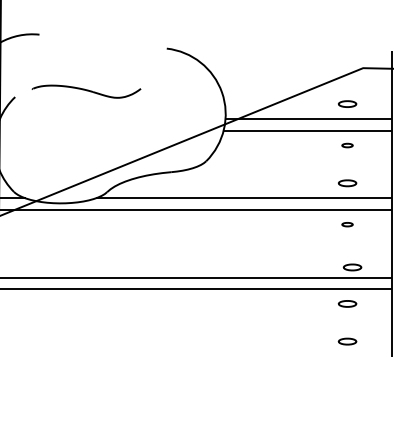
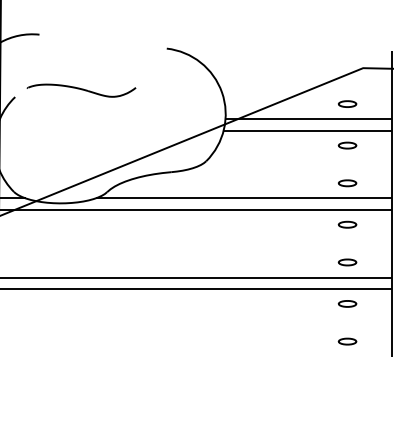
part at (86, 91) position: (86, 91) -> (81, 90)
part at (347, 145) size: 13x7 px -> 21x9 px
part at (347, 224) size: 13x6 px -> 21x9 px
part at (352, 267) position: (352, 267) -> (347, 262)
